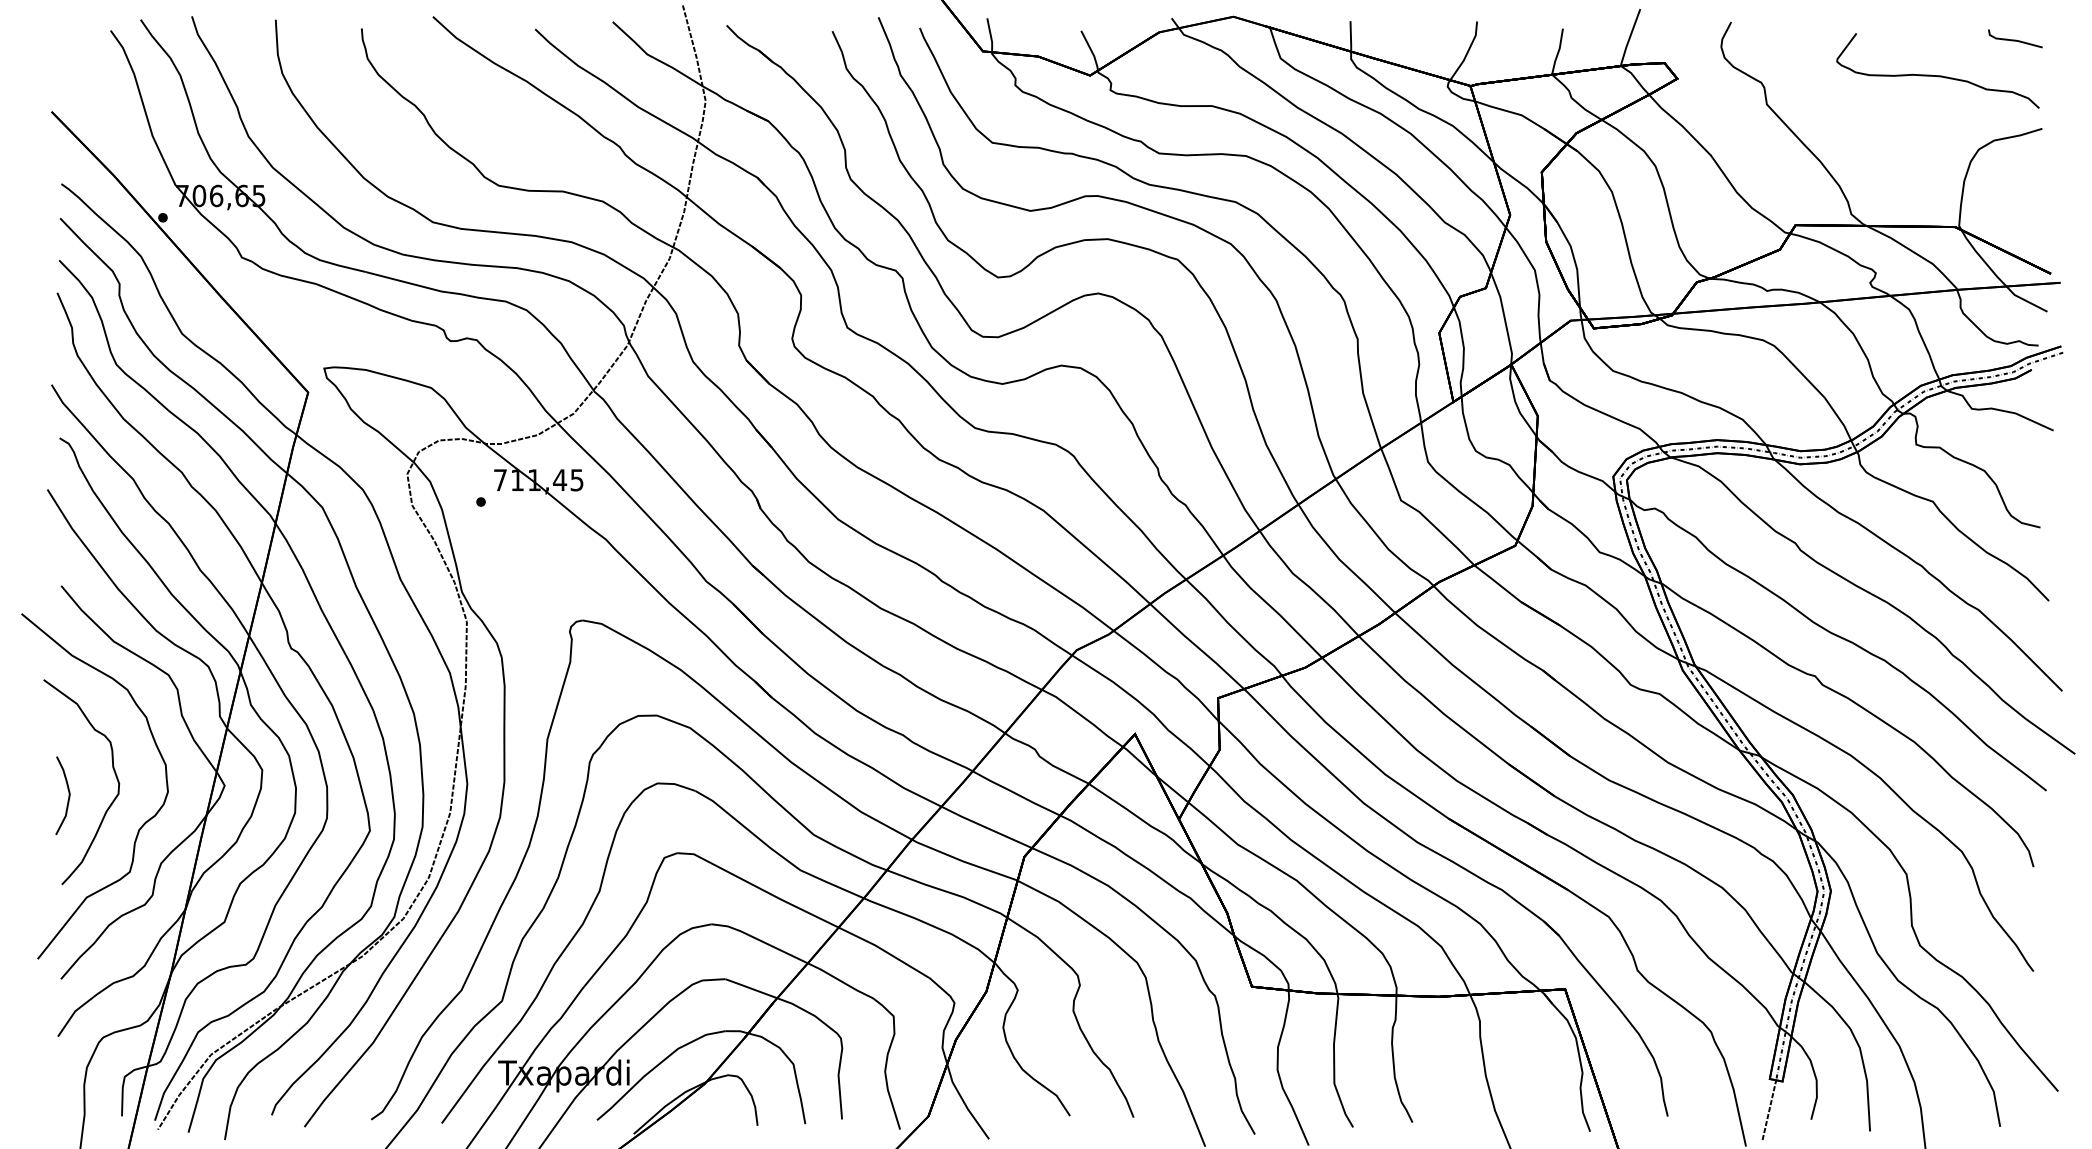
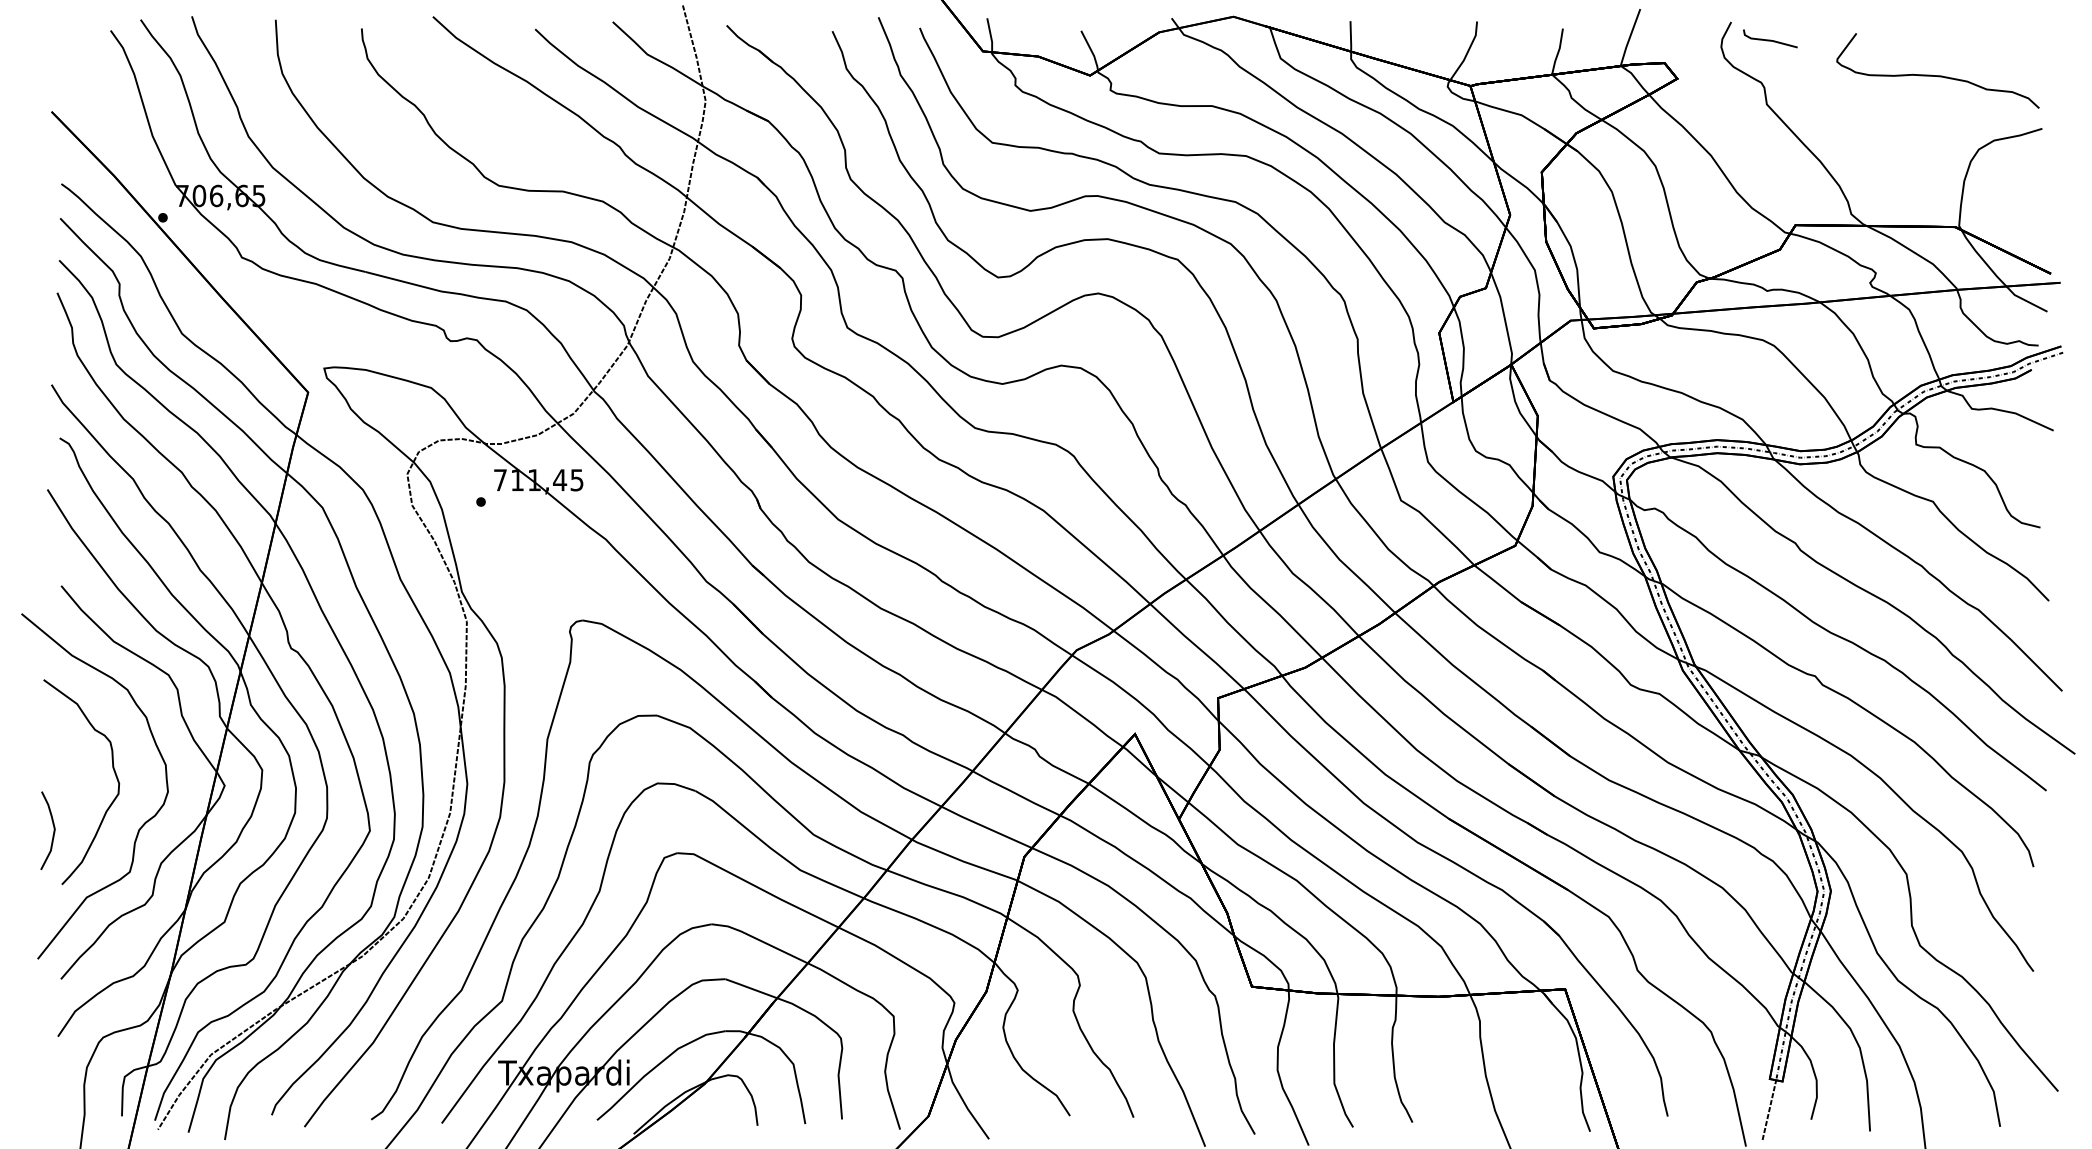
line at (2015, 39) position: (2015, 39) -> (1770, 39)
curve at (68, 795) position: (68, 795) -> (53, 830)
